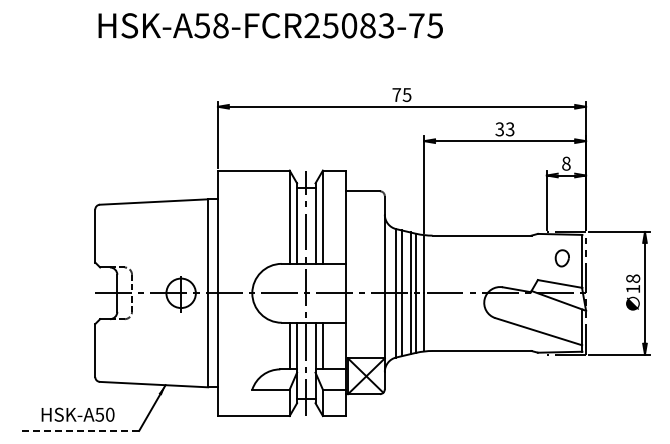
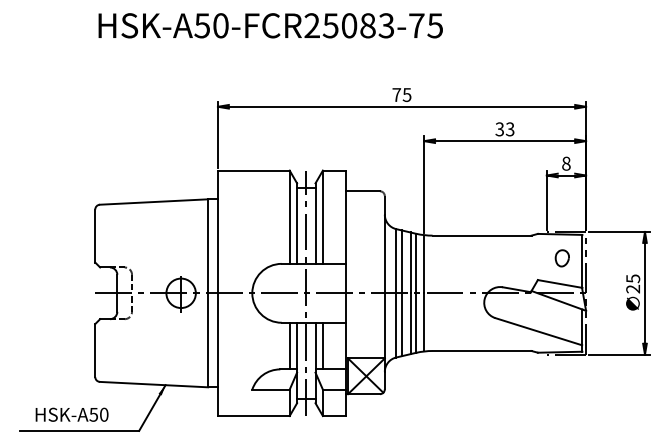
text at (220, 25): HSK-A58-FCR25083-75 -> HSK-A50-FCR25083-75
text at (633, 283): 18 -> 25
text at (77, 414) position: (77, 414) -> (71, 414)
line at (79, 430): dashed -> solid
